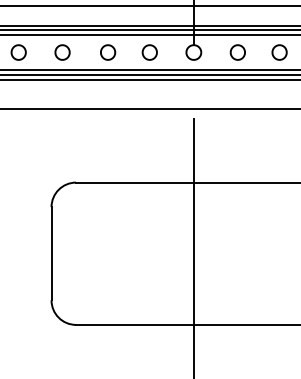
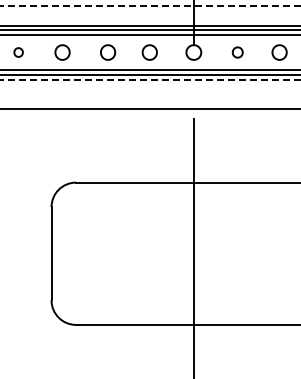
line at (150, 5): solid -> dashed
part at (18, 52) size: 17x17 px -> 11x11 px
part at (237, 52) size: 17x17 px -> 13x13 px
line at (150, 79): solid -> dashed
